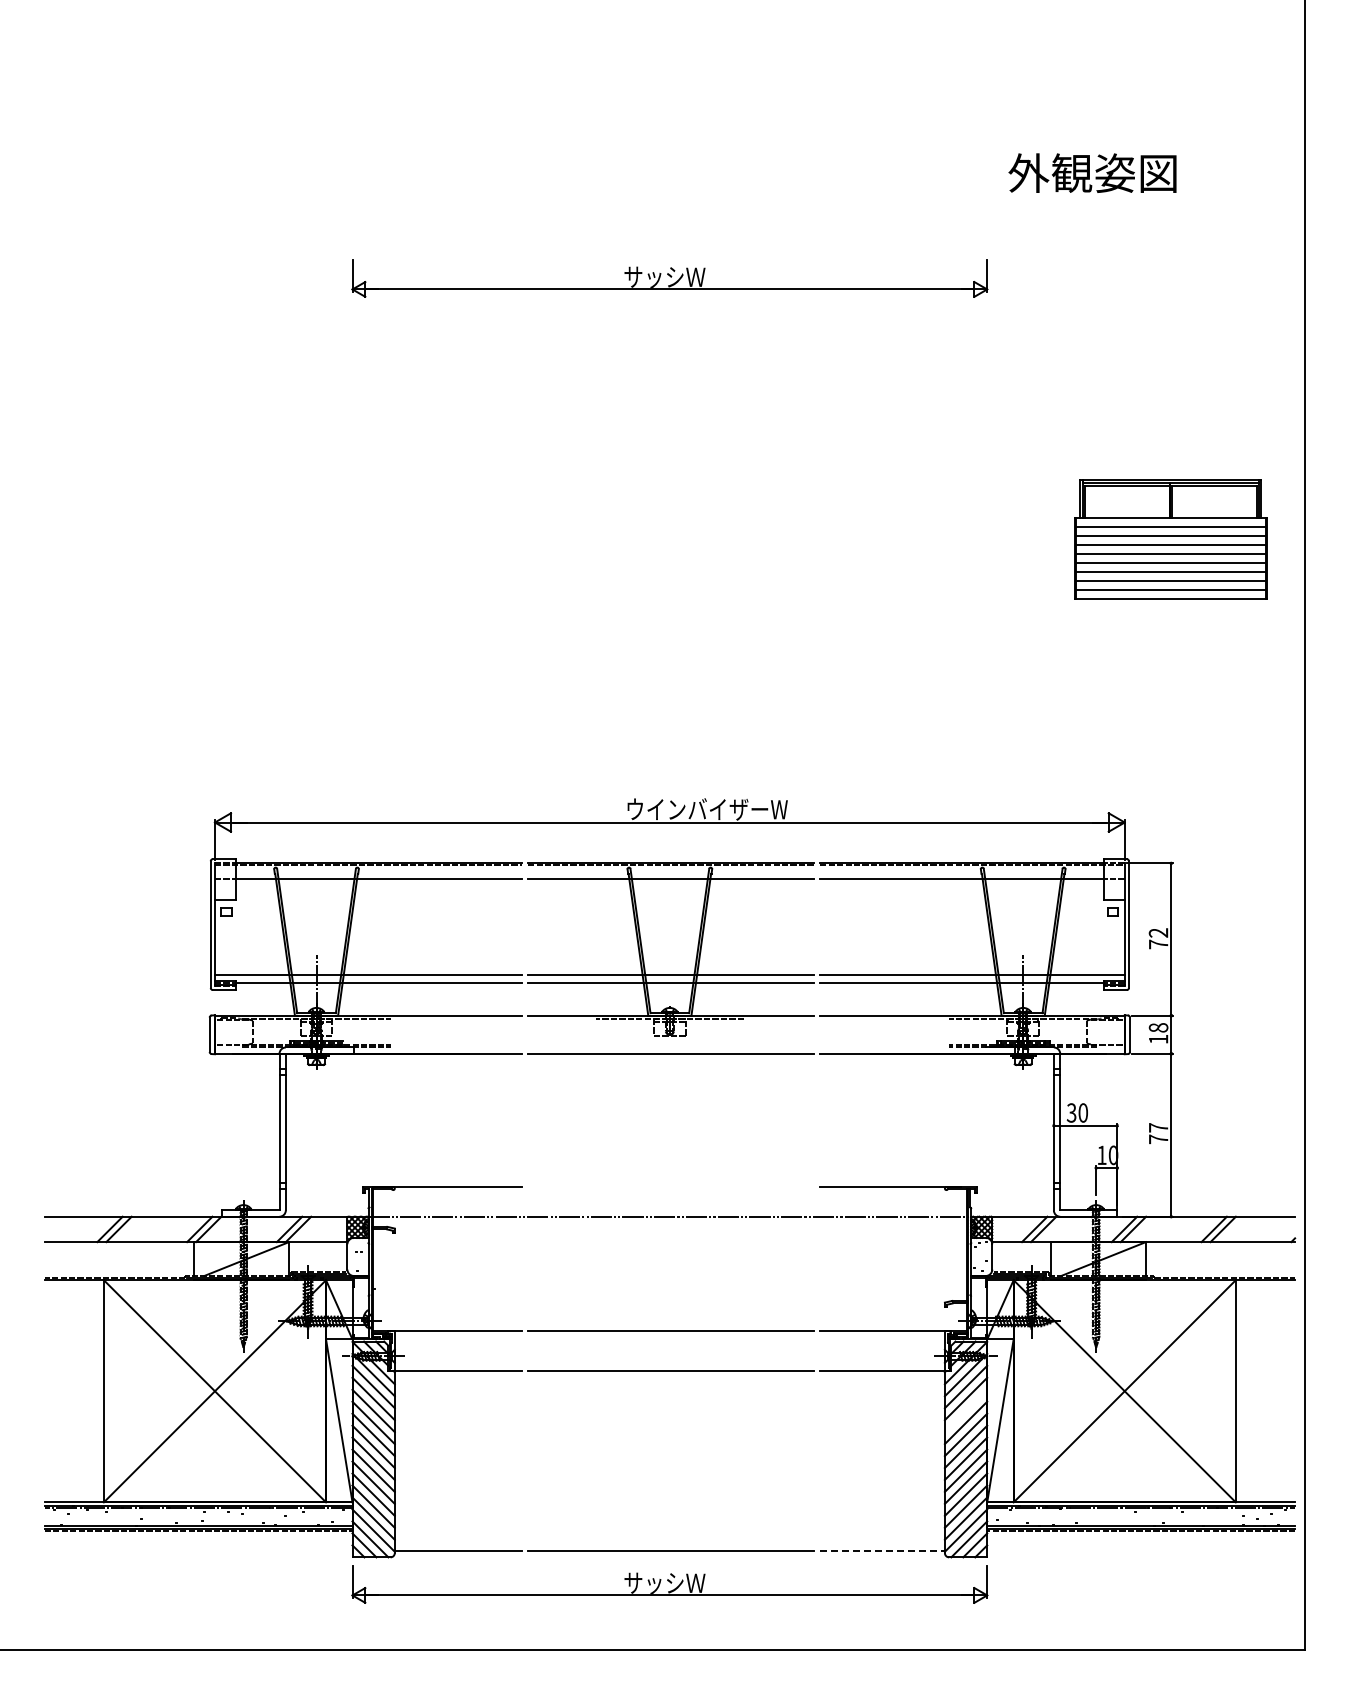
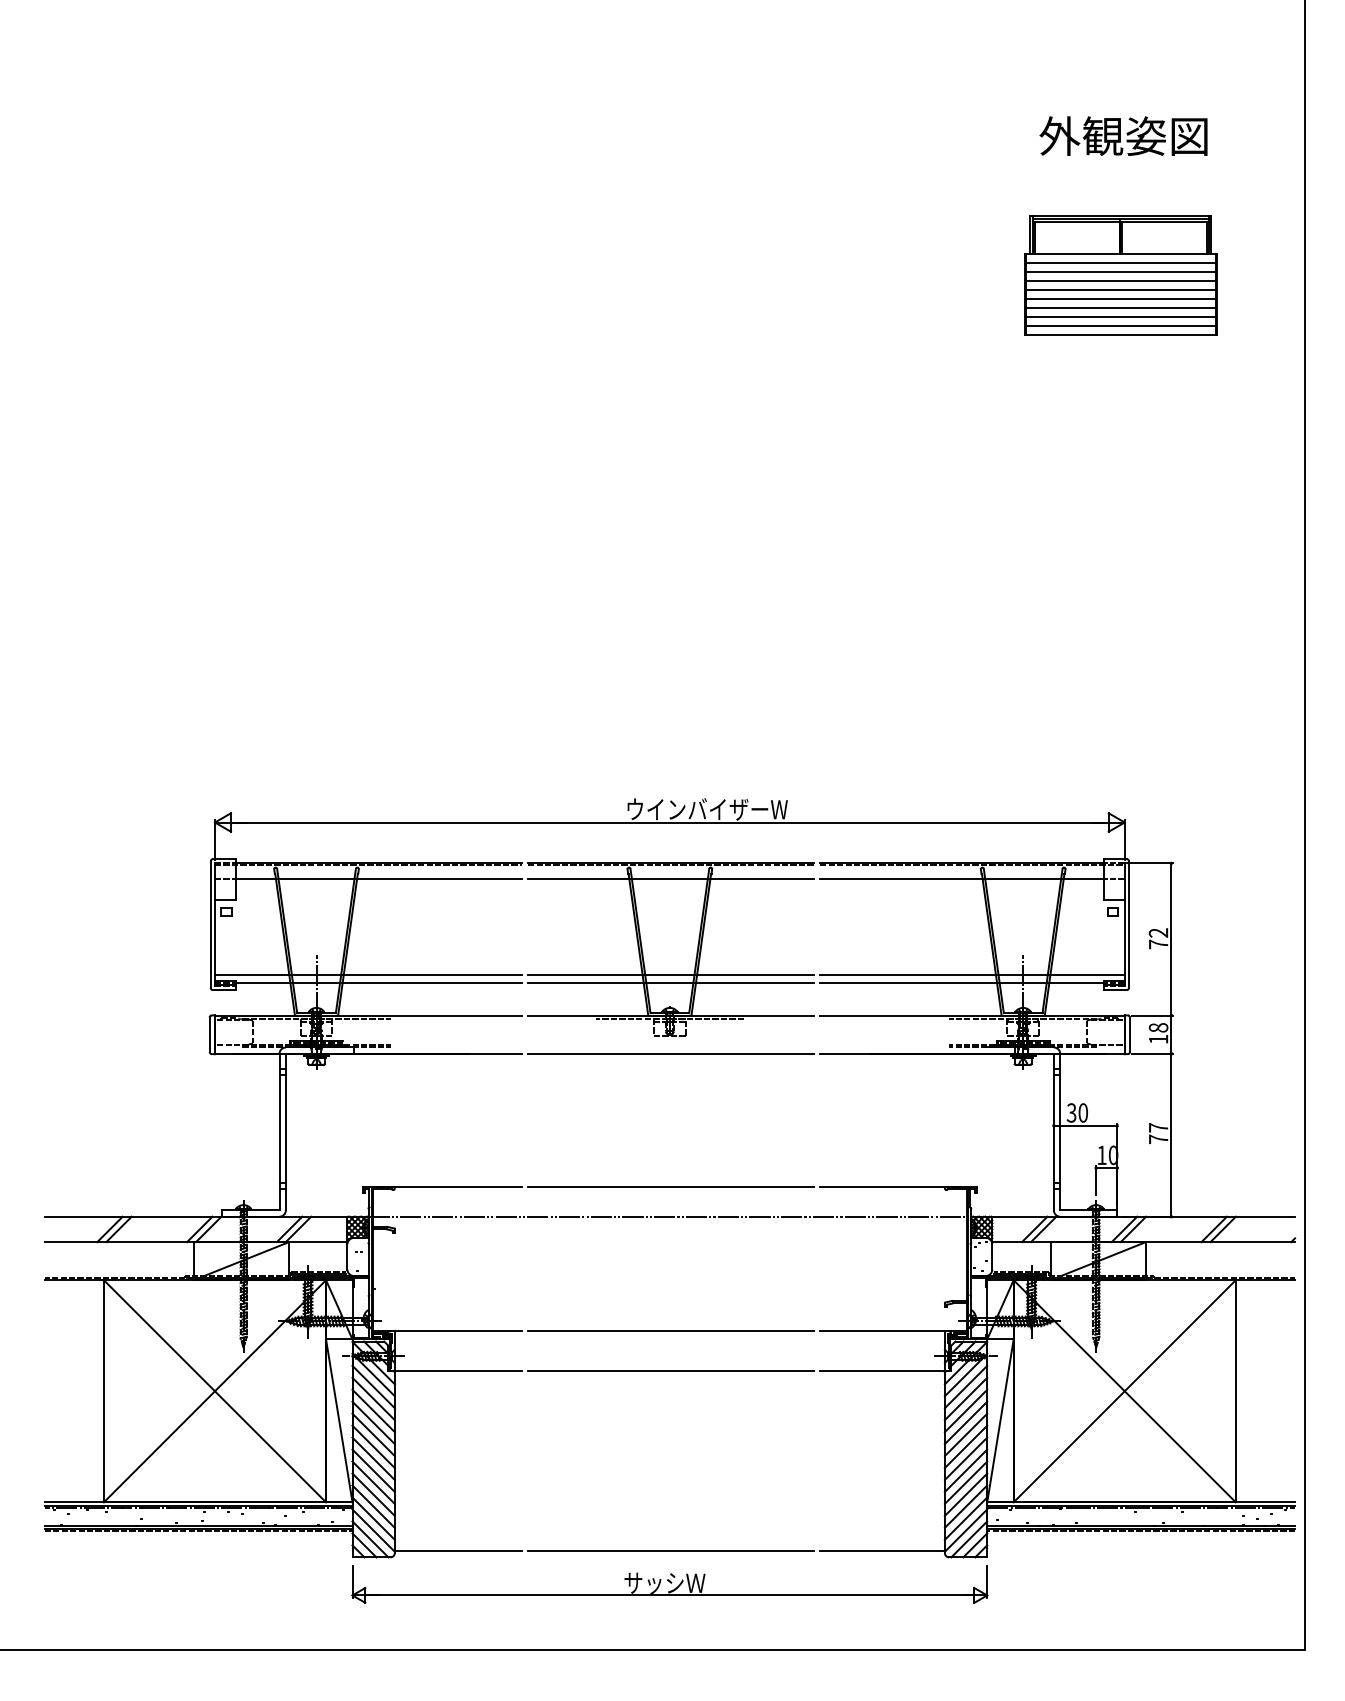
text at (1092, 172) position: (1092, 172) -> (1123, 135)
part at (669, 278): present -> none
part at (1170, 539) position: (1170, 539) -> (1120, 275)
line at (671, 1187): none -> present
line at (965, 1410): none -> present
line at (883, 1551): dashed -> solid
